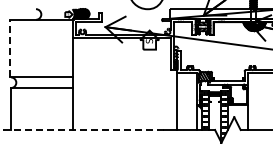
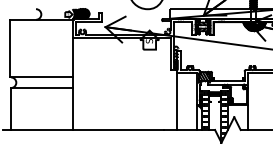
line at (10, 48): dashed -> solid
line at (83, 130): dashed -> solid
